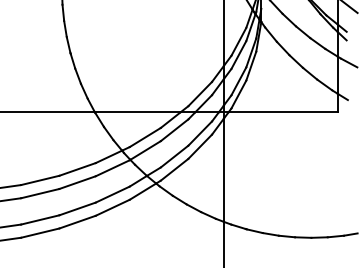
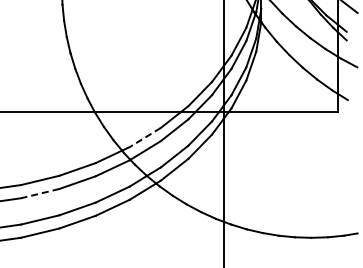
line at (144, 137): solid -> dashed
line at (40, 193): solid -> dashed
